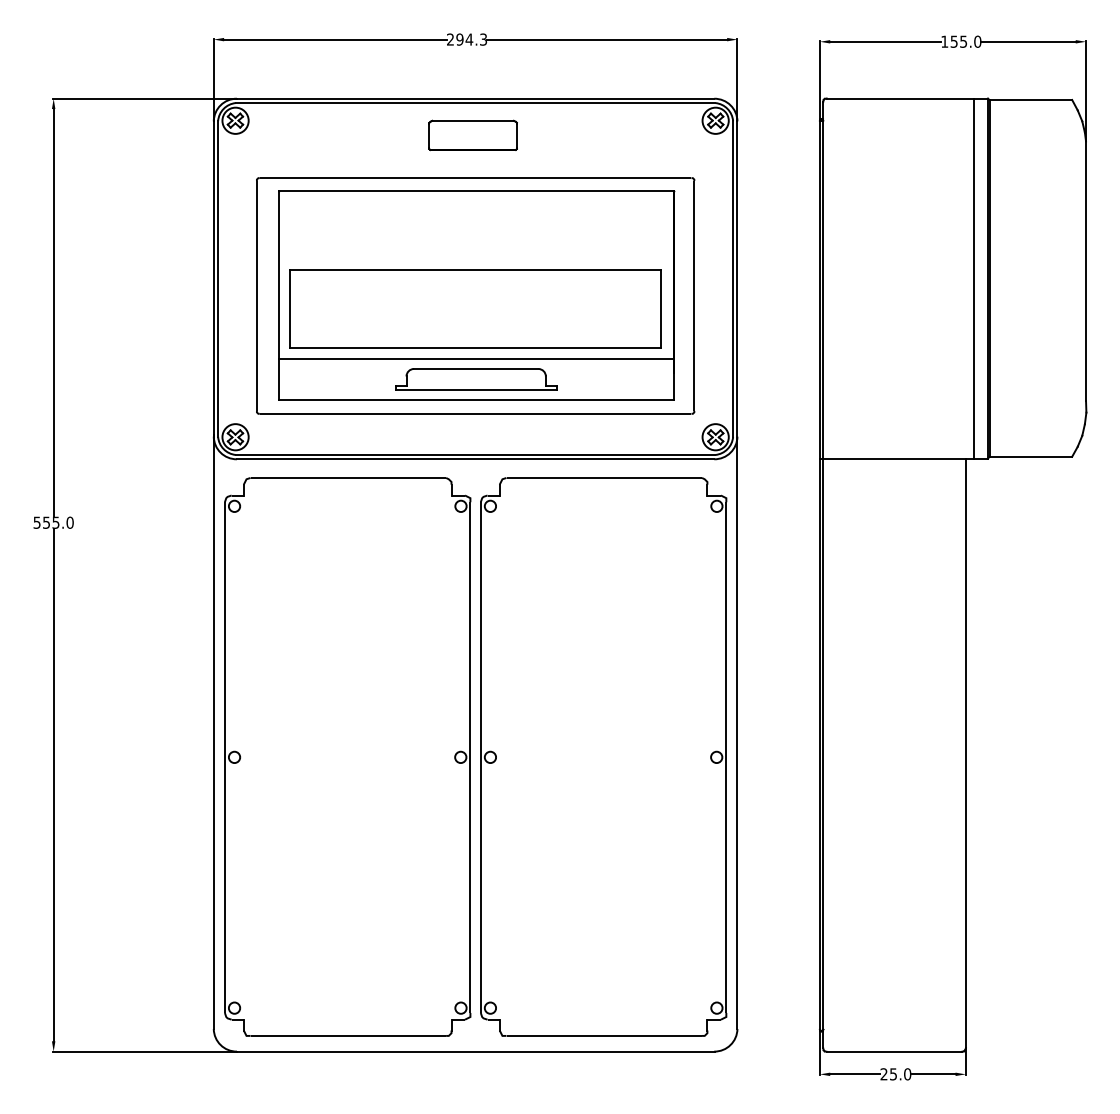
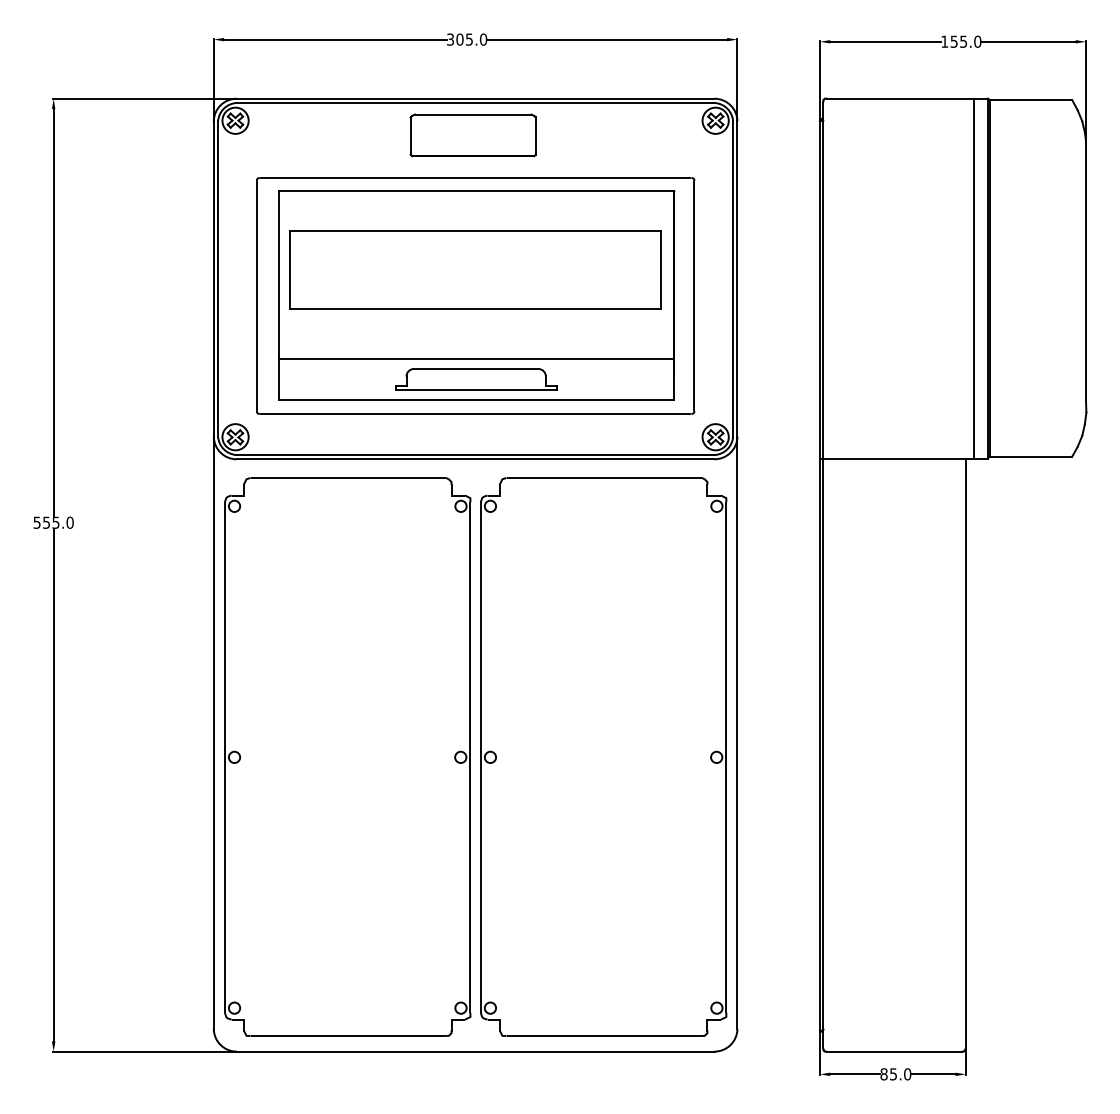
text at (467, 39): 294.3 -> 305.0
part at (472, 135) size: 90x33 px -> 128x45 px
part at (475, 308) position: (475, 308) -> (475, 269)
text at (883, 1074): 25.0 -> 85.0
